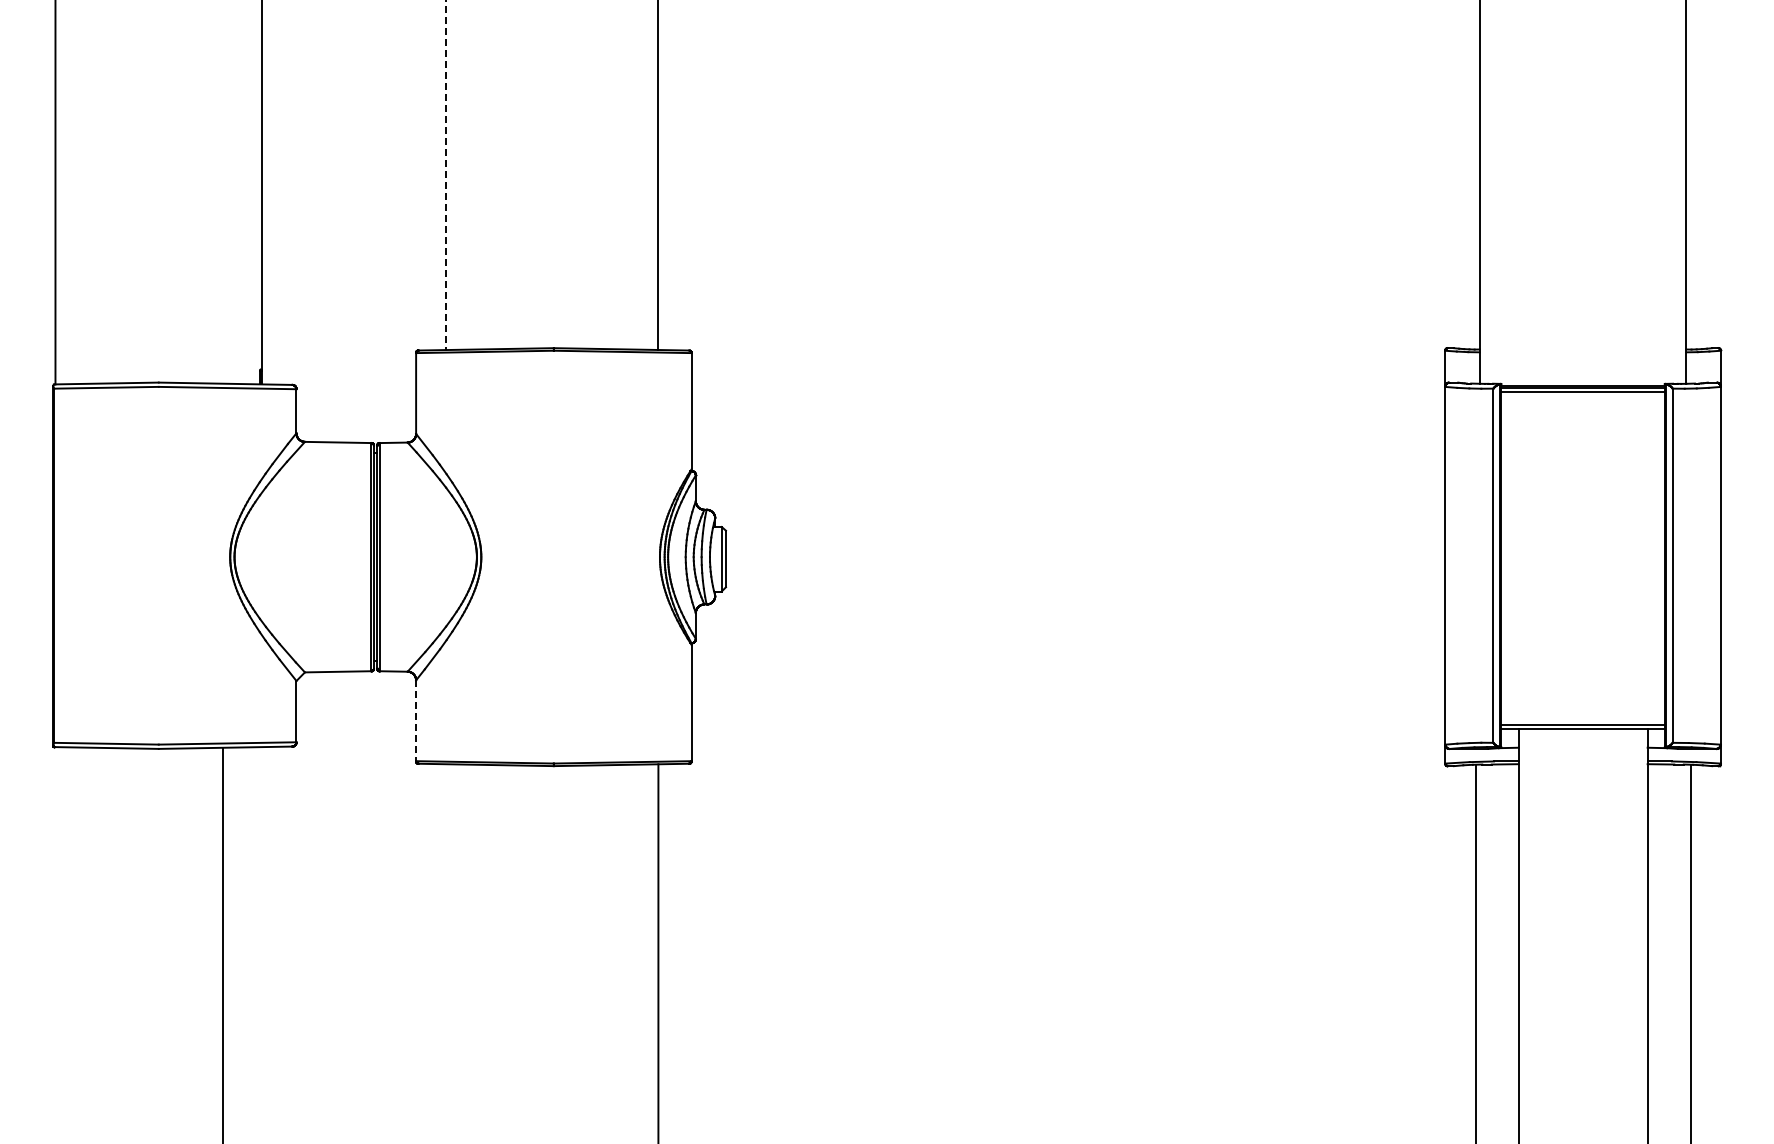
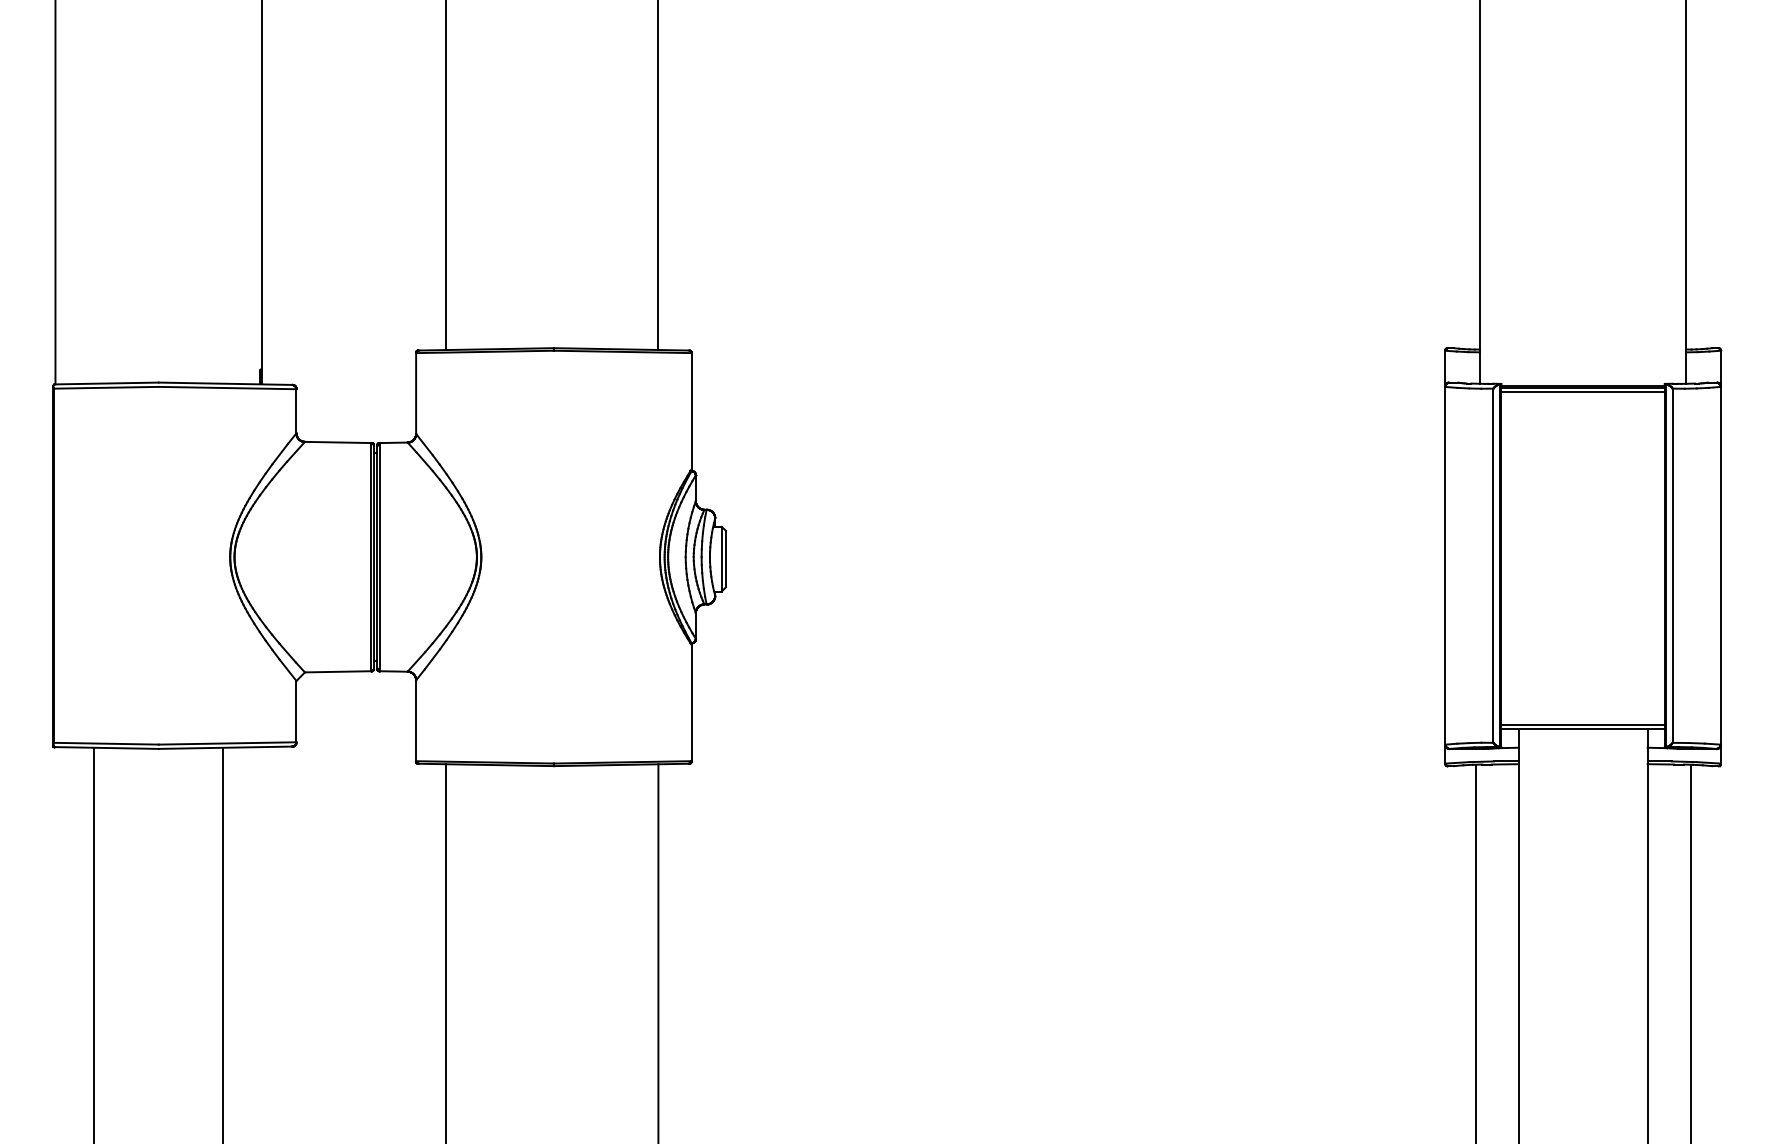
line at (446, 175): dashed -> solid
line at (416, 721): dashed -> solid
line at (94, 943): none -> present
line at (446, 952): none -> present
